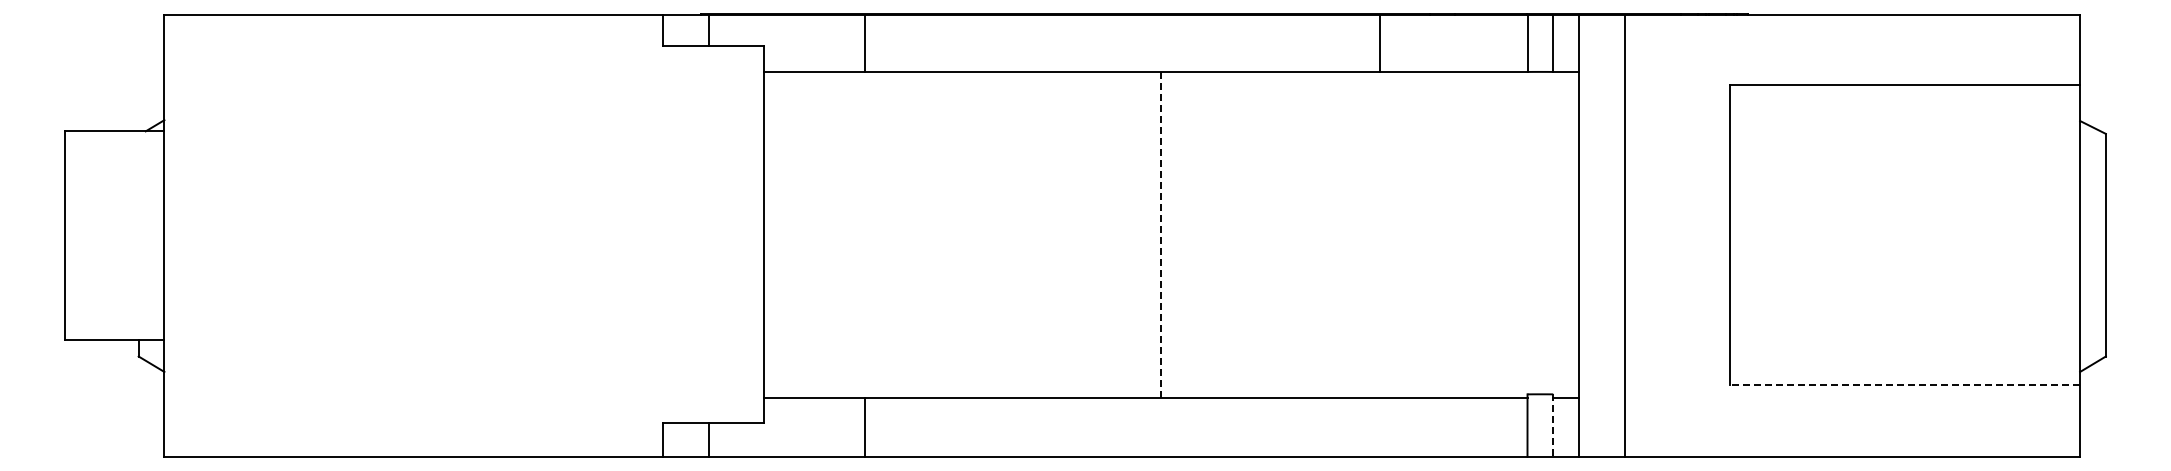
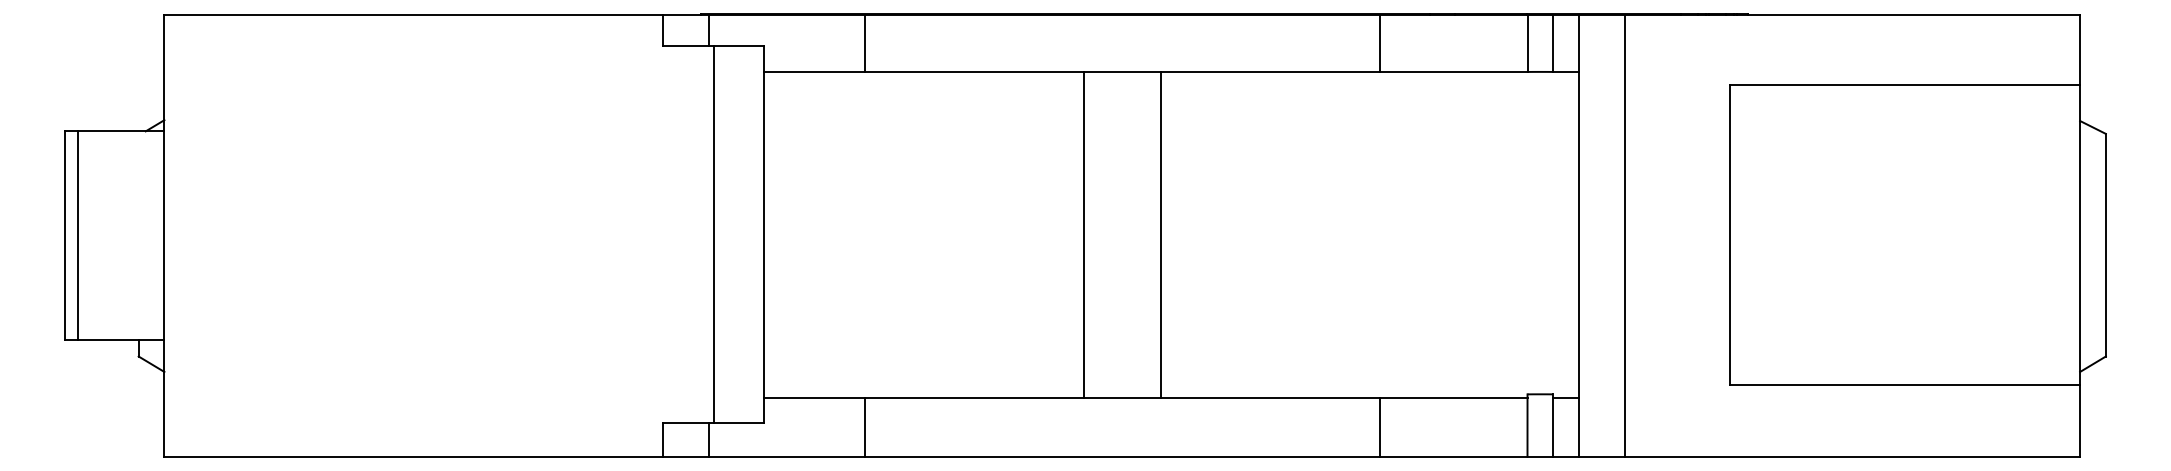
line at (713, 234): none -> present
line at (1083, 234): none -> present
line at (1160, 234): dashed -> solid
line at (78, 235): none -> present
line at (1904, 384): dashed -> solid
line at (1379, 426): none -> present
line at (1553, 426): dashed -> solid
